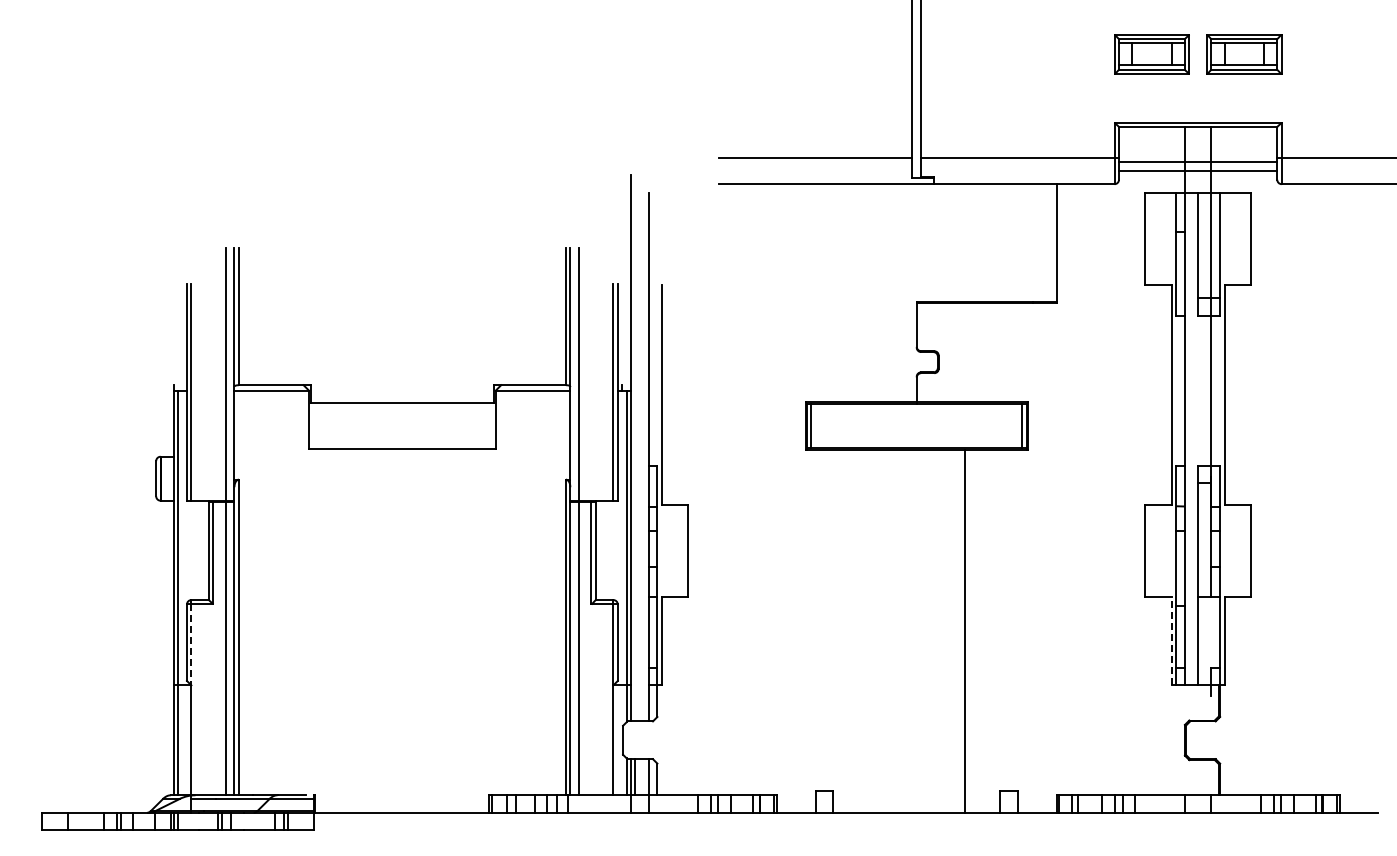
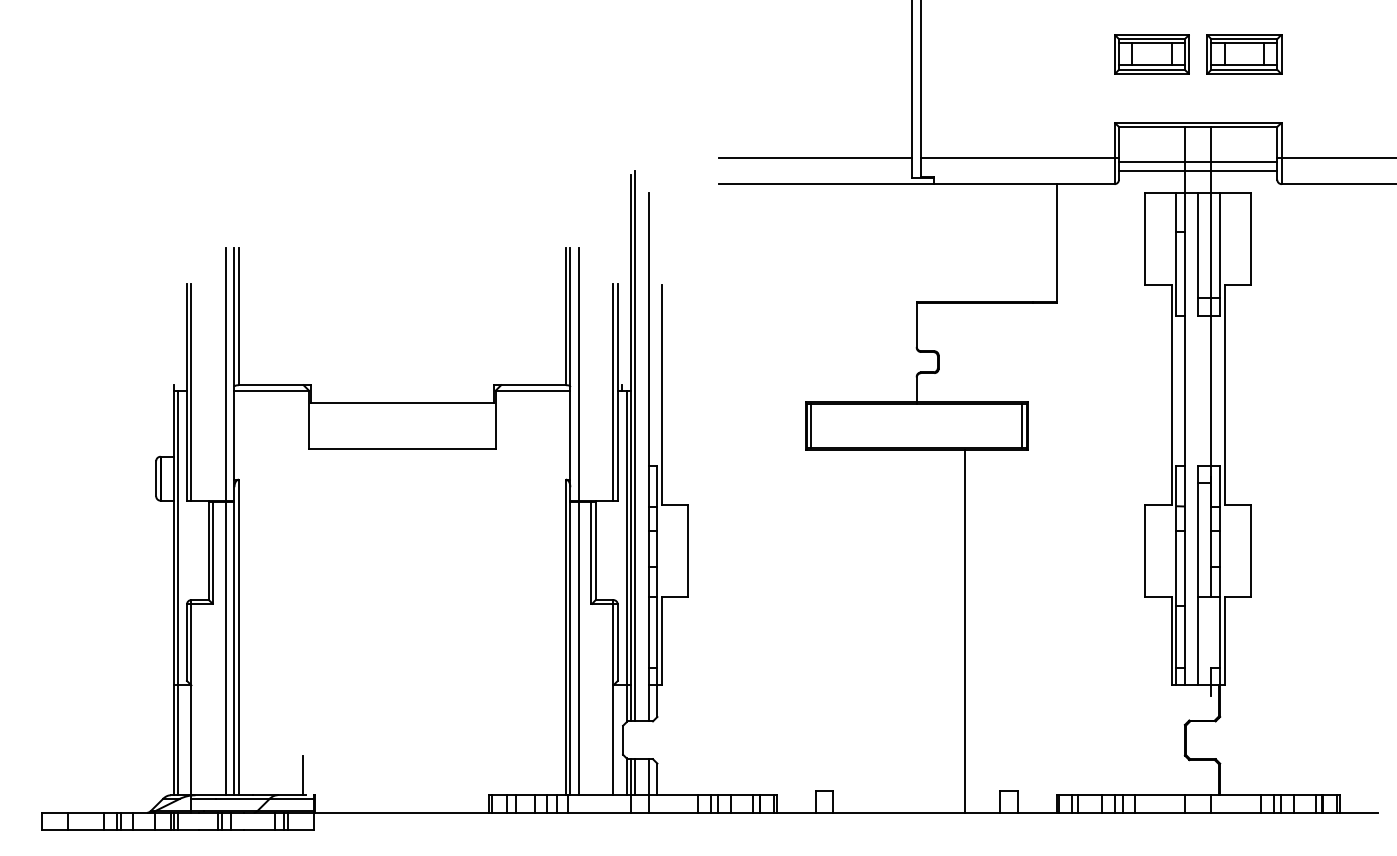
line at (635, 445): none -> present
line at (1171, 641): dashed -> solid
line at (191, 645): dashed -> solid
line at (302, 775): none -> present
